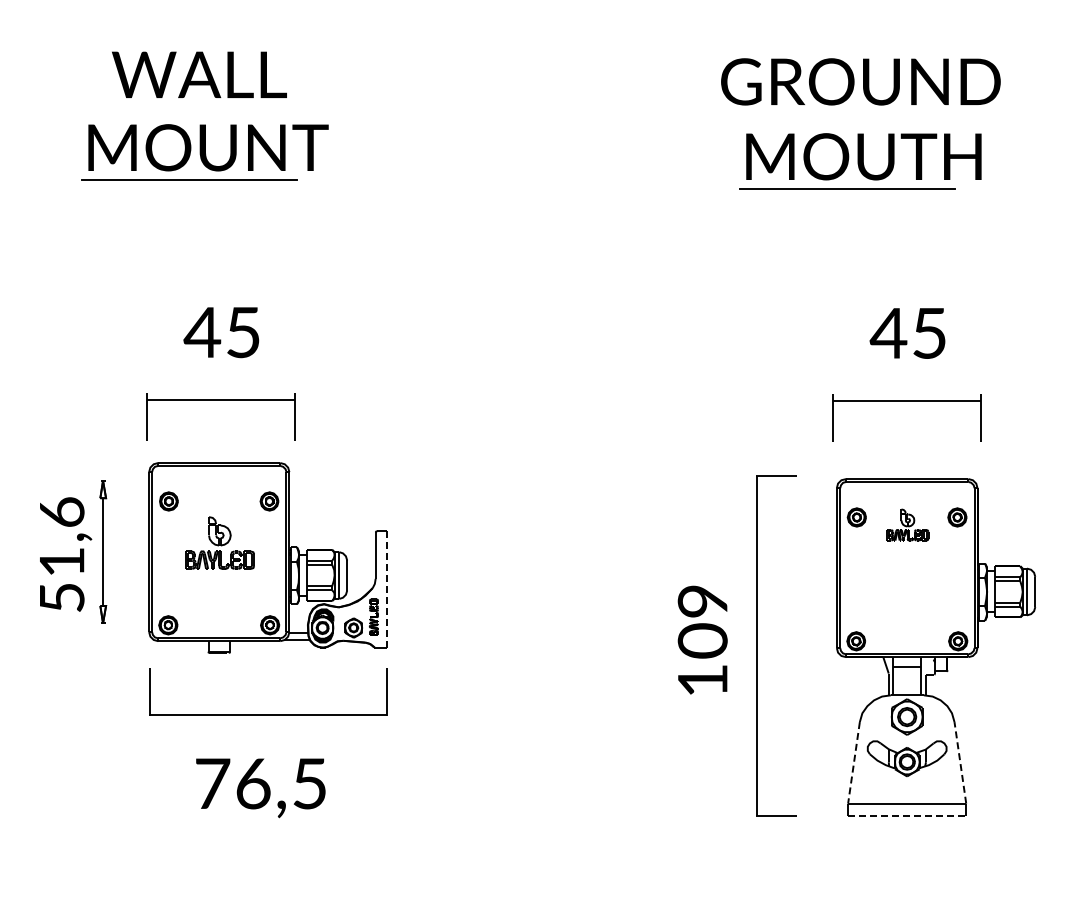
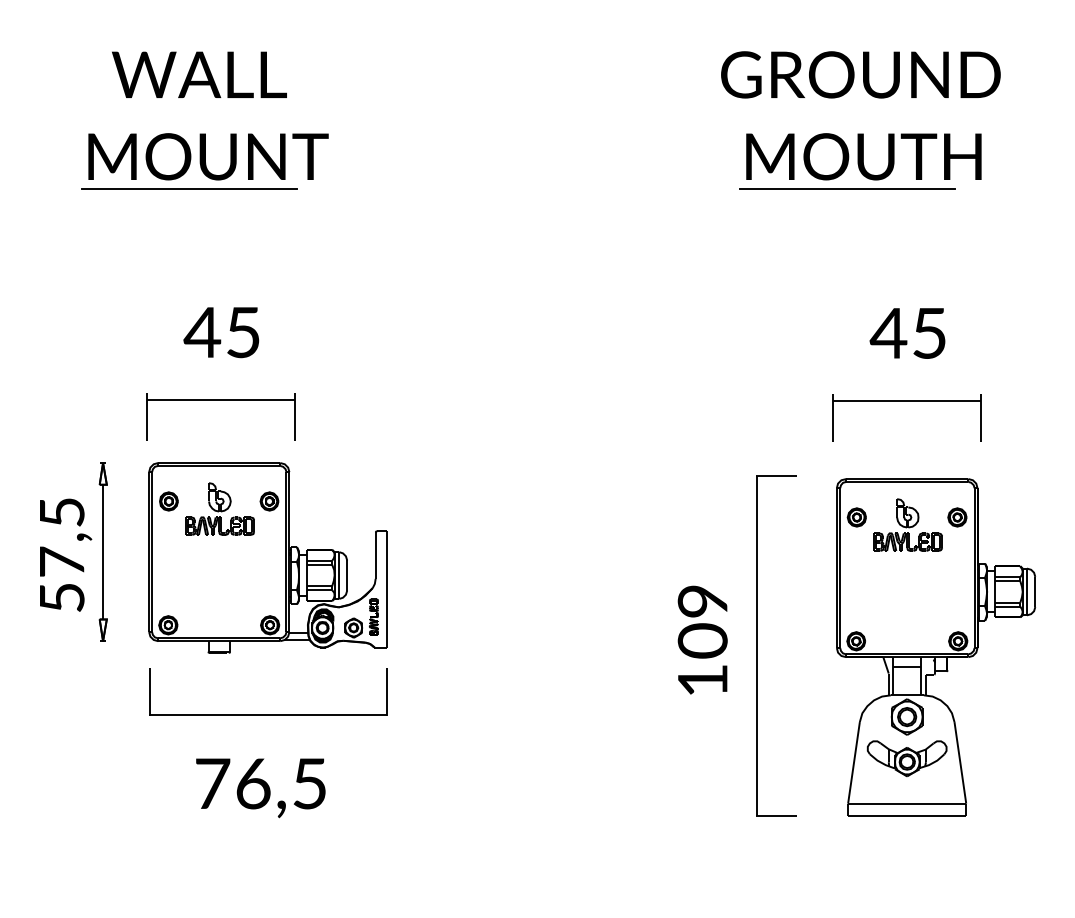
text at (860, 81) position: (860, 81) -> (860, 74)
part at (204, 152) position: (204, 152) -> (204, 161)
part at (907, 524) size: 44x34 px -> 70x54 px
text at (62, 536): 51,6 -> 57,5
part at (219, 542) position: (219, 542) -> (219, 508)
part at (103, 551) size: 9x144 px -> 10x180 px
line at (386, 588): dashed -> solid
line at (960, 762): dashed -> solid
line at (853, 763): dashed -> solid
line at (907, 816): dashed -> solid
